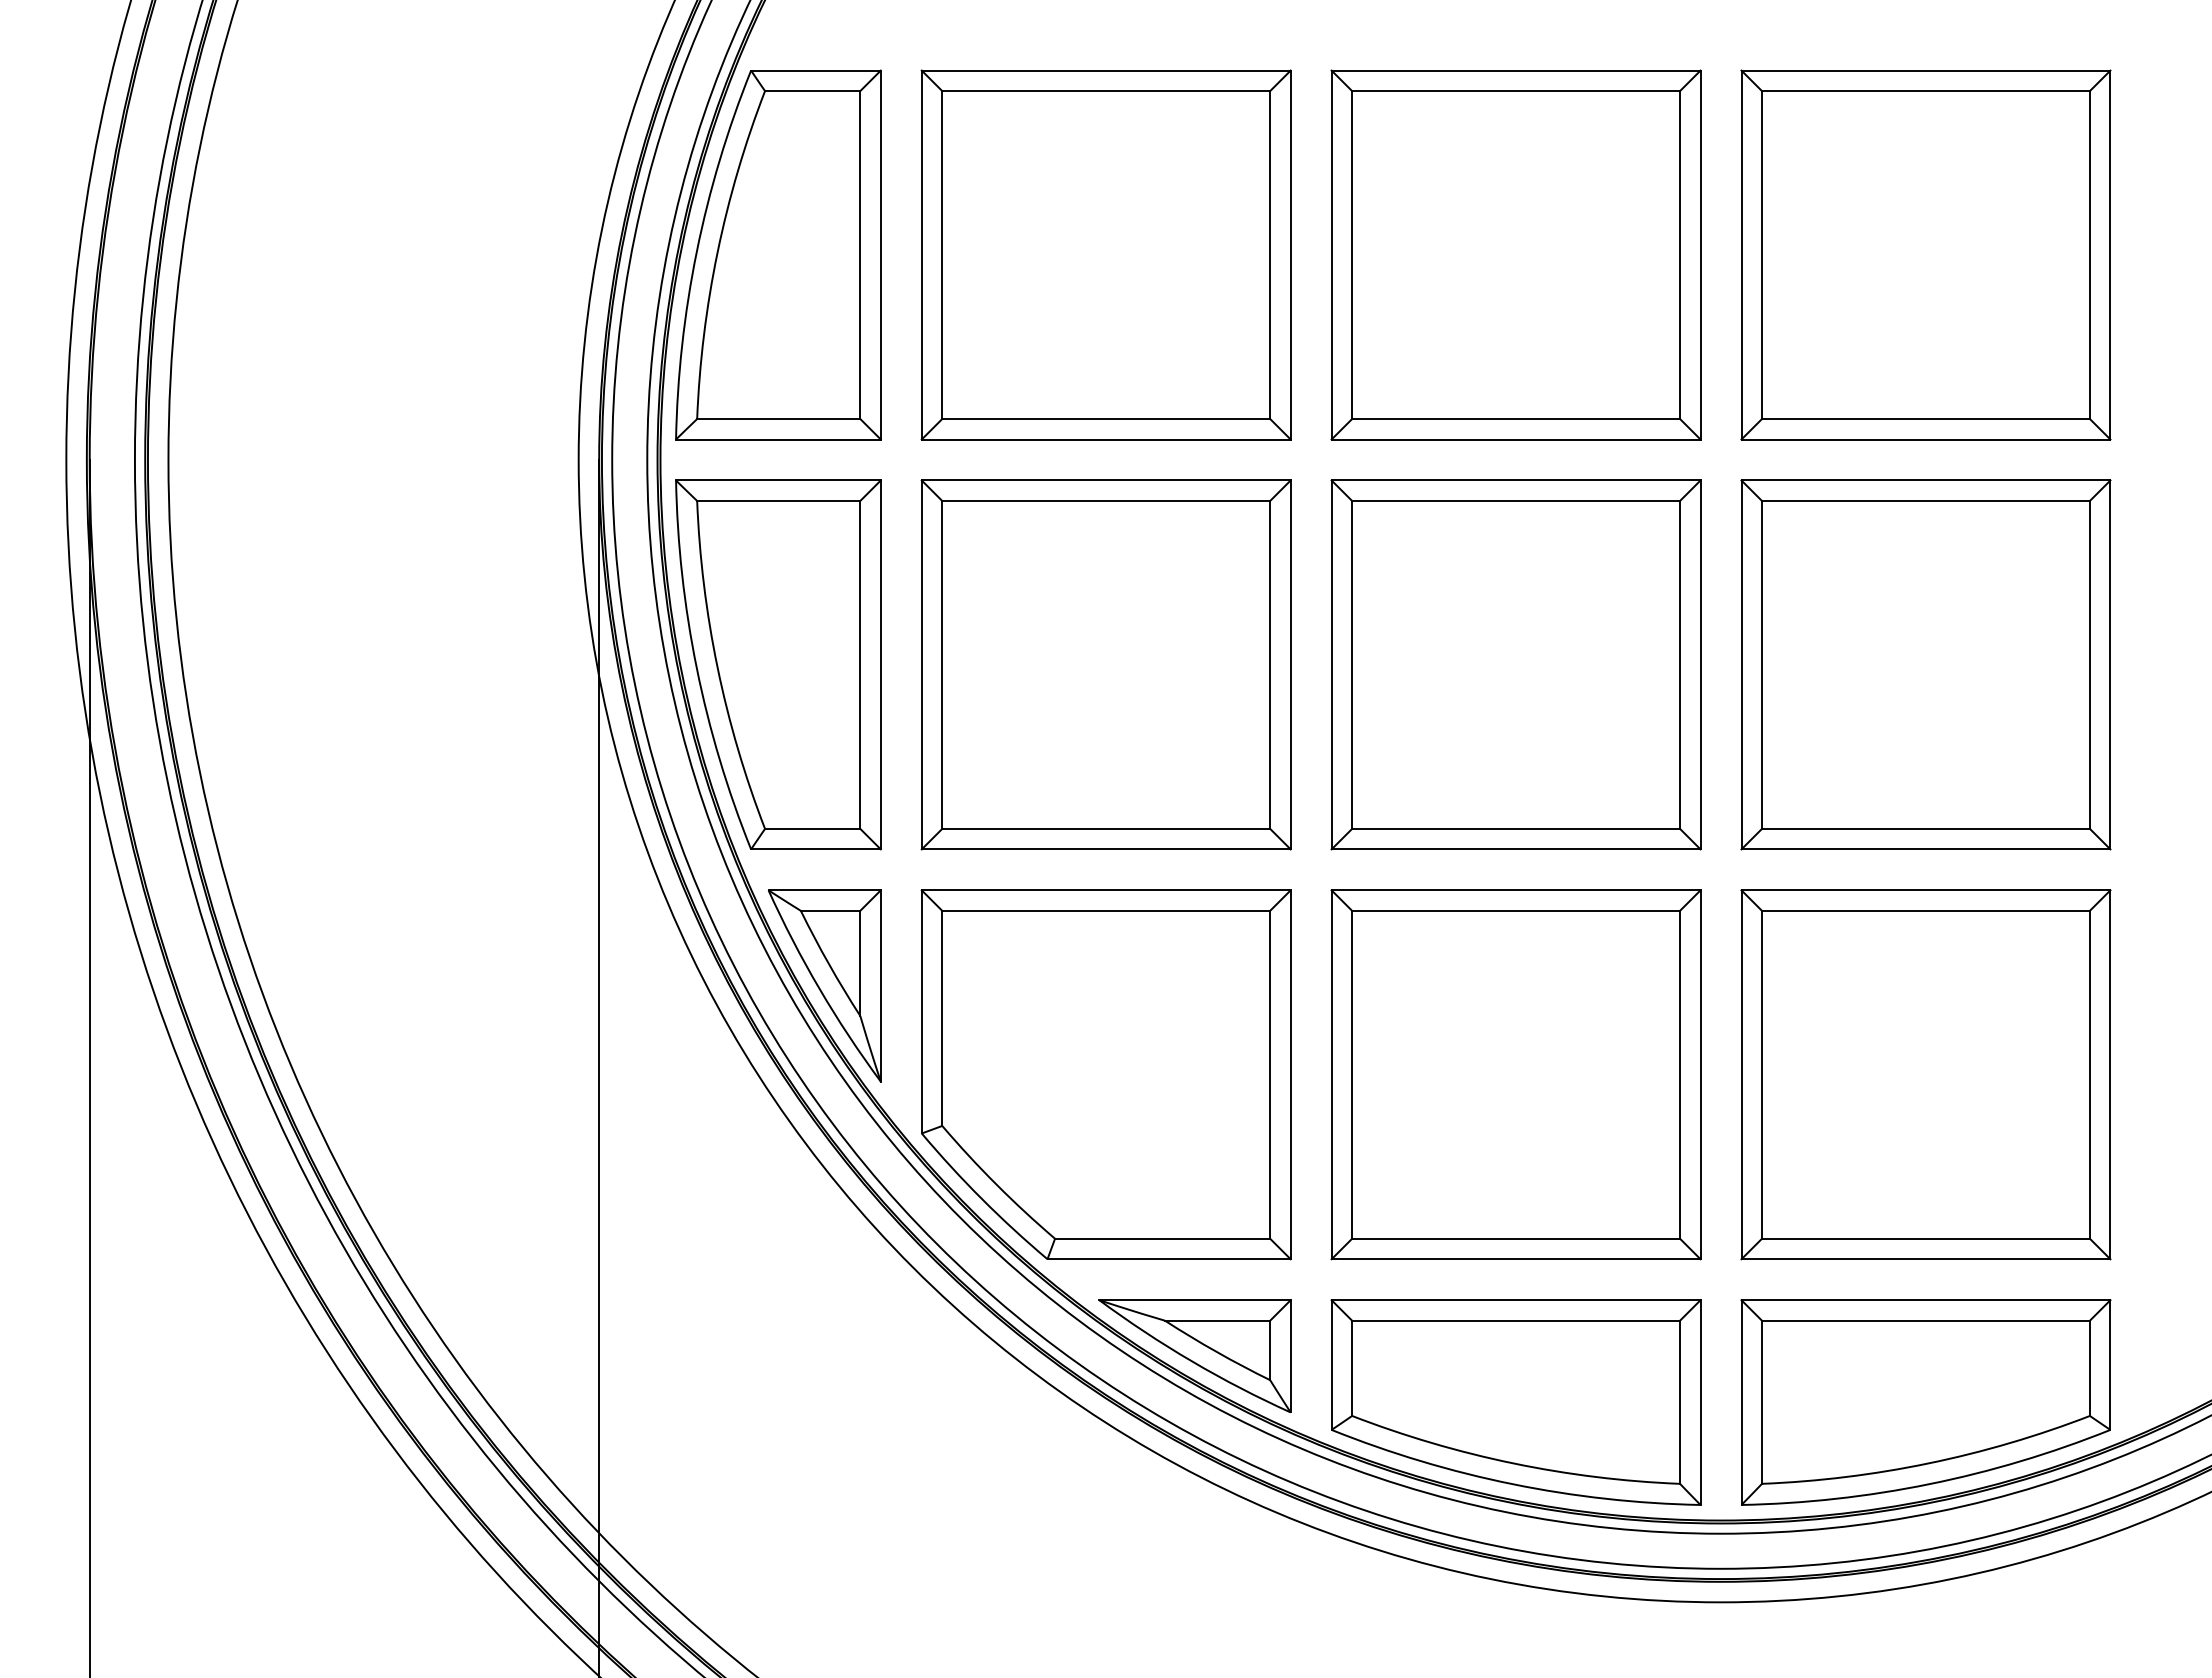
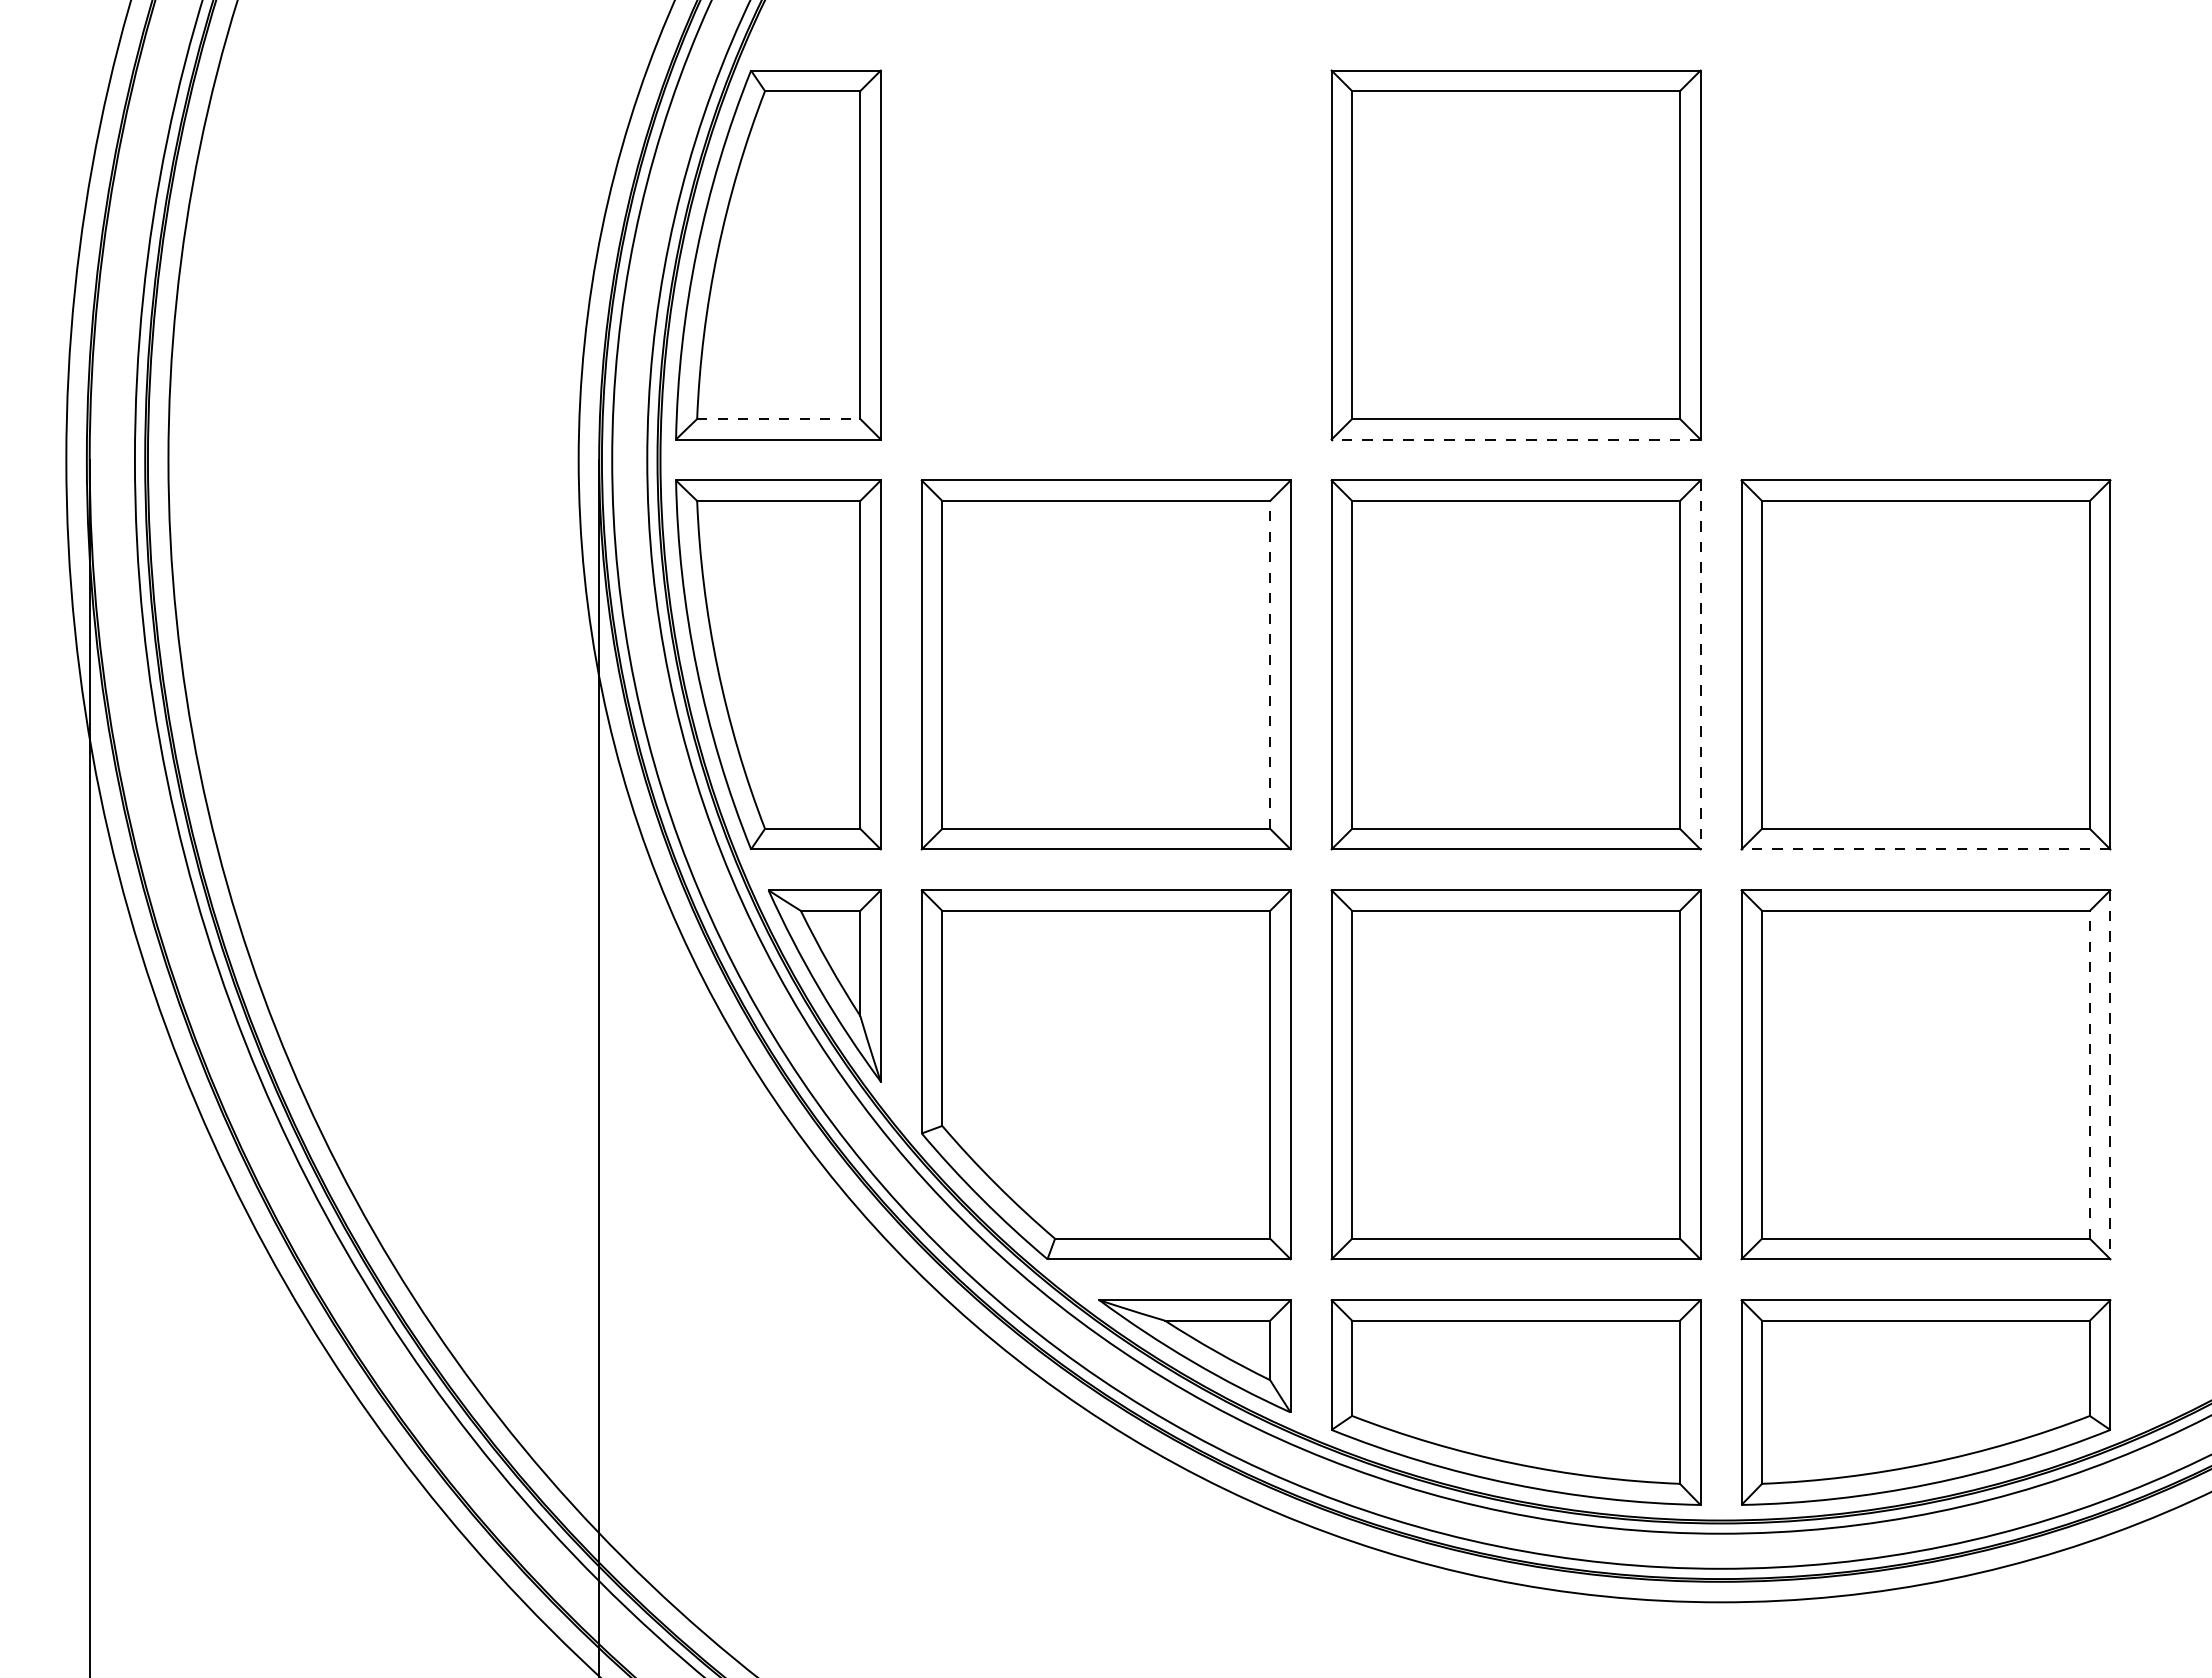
part at (1105, 254): present -> none
part at (1925, 254): present -> none
line at (778, 419): solid -> dashed
line at (1515, 439): solid -> dashed
line at (1270, 664): solid -> dashed
line at (1700, 665): solid -> dashed
line at (1925, 849): solid -> dashed
line at (2089, 1074): solid -> dashed
line at (2110, 1075): solid -> dashed
